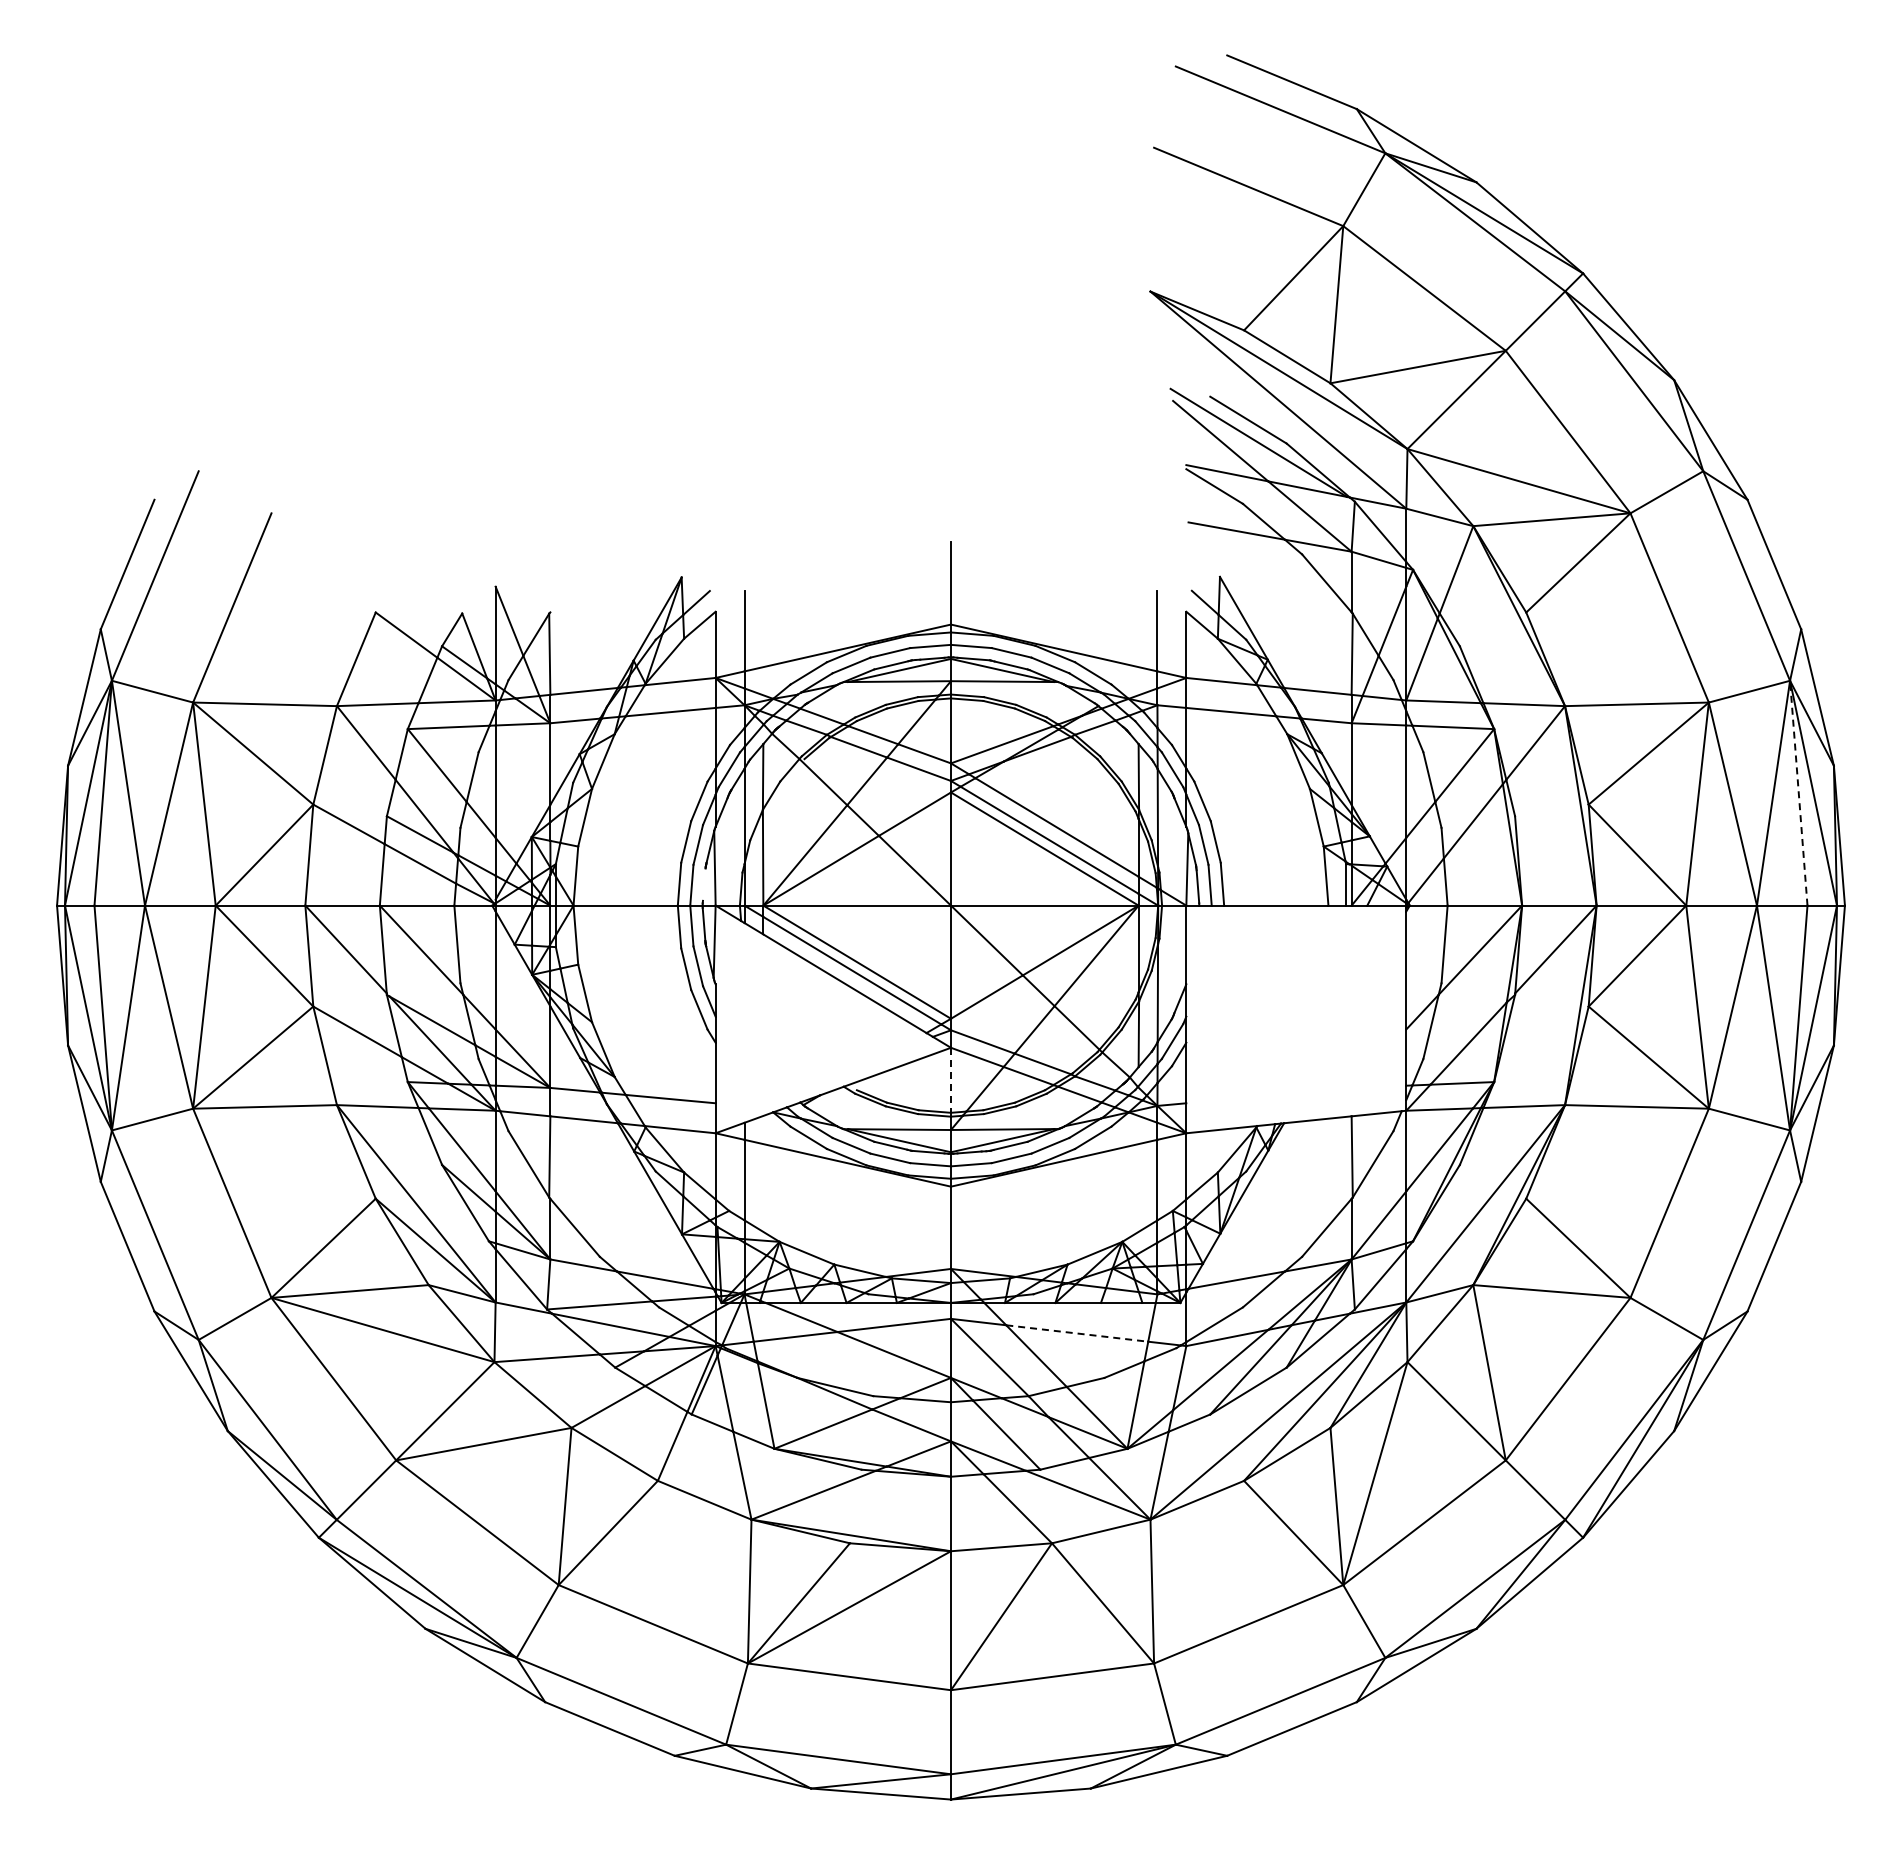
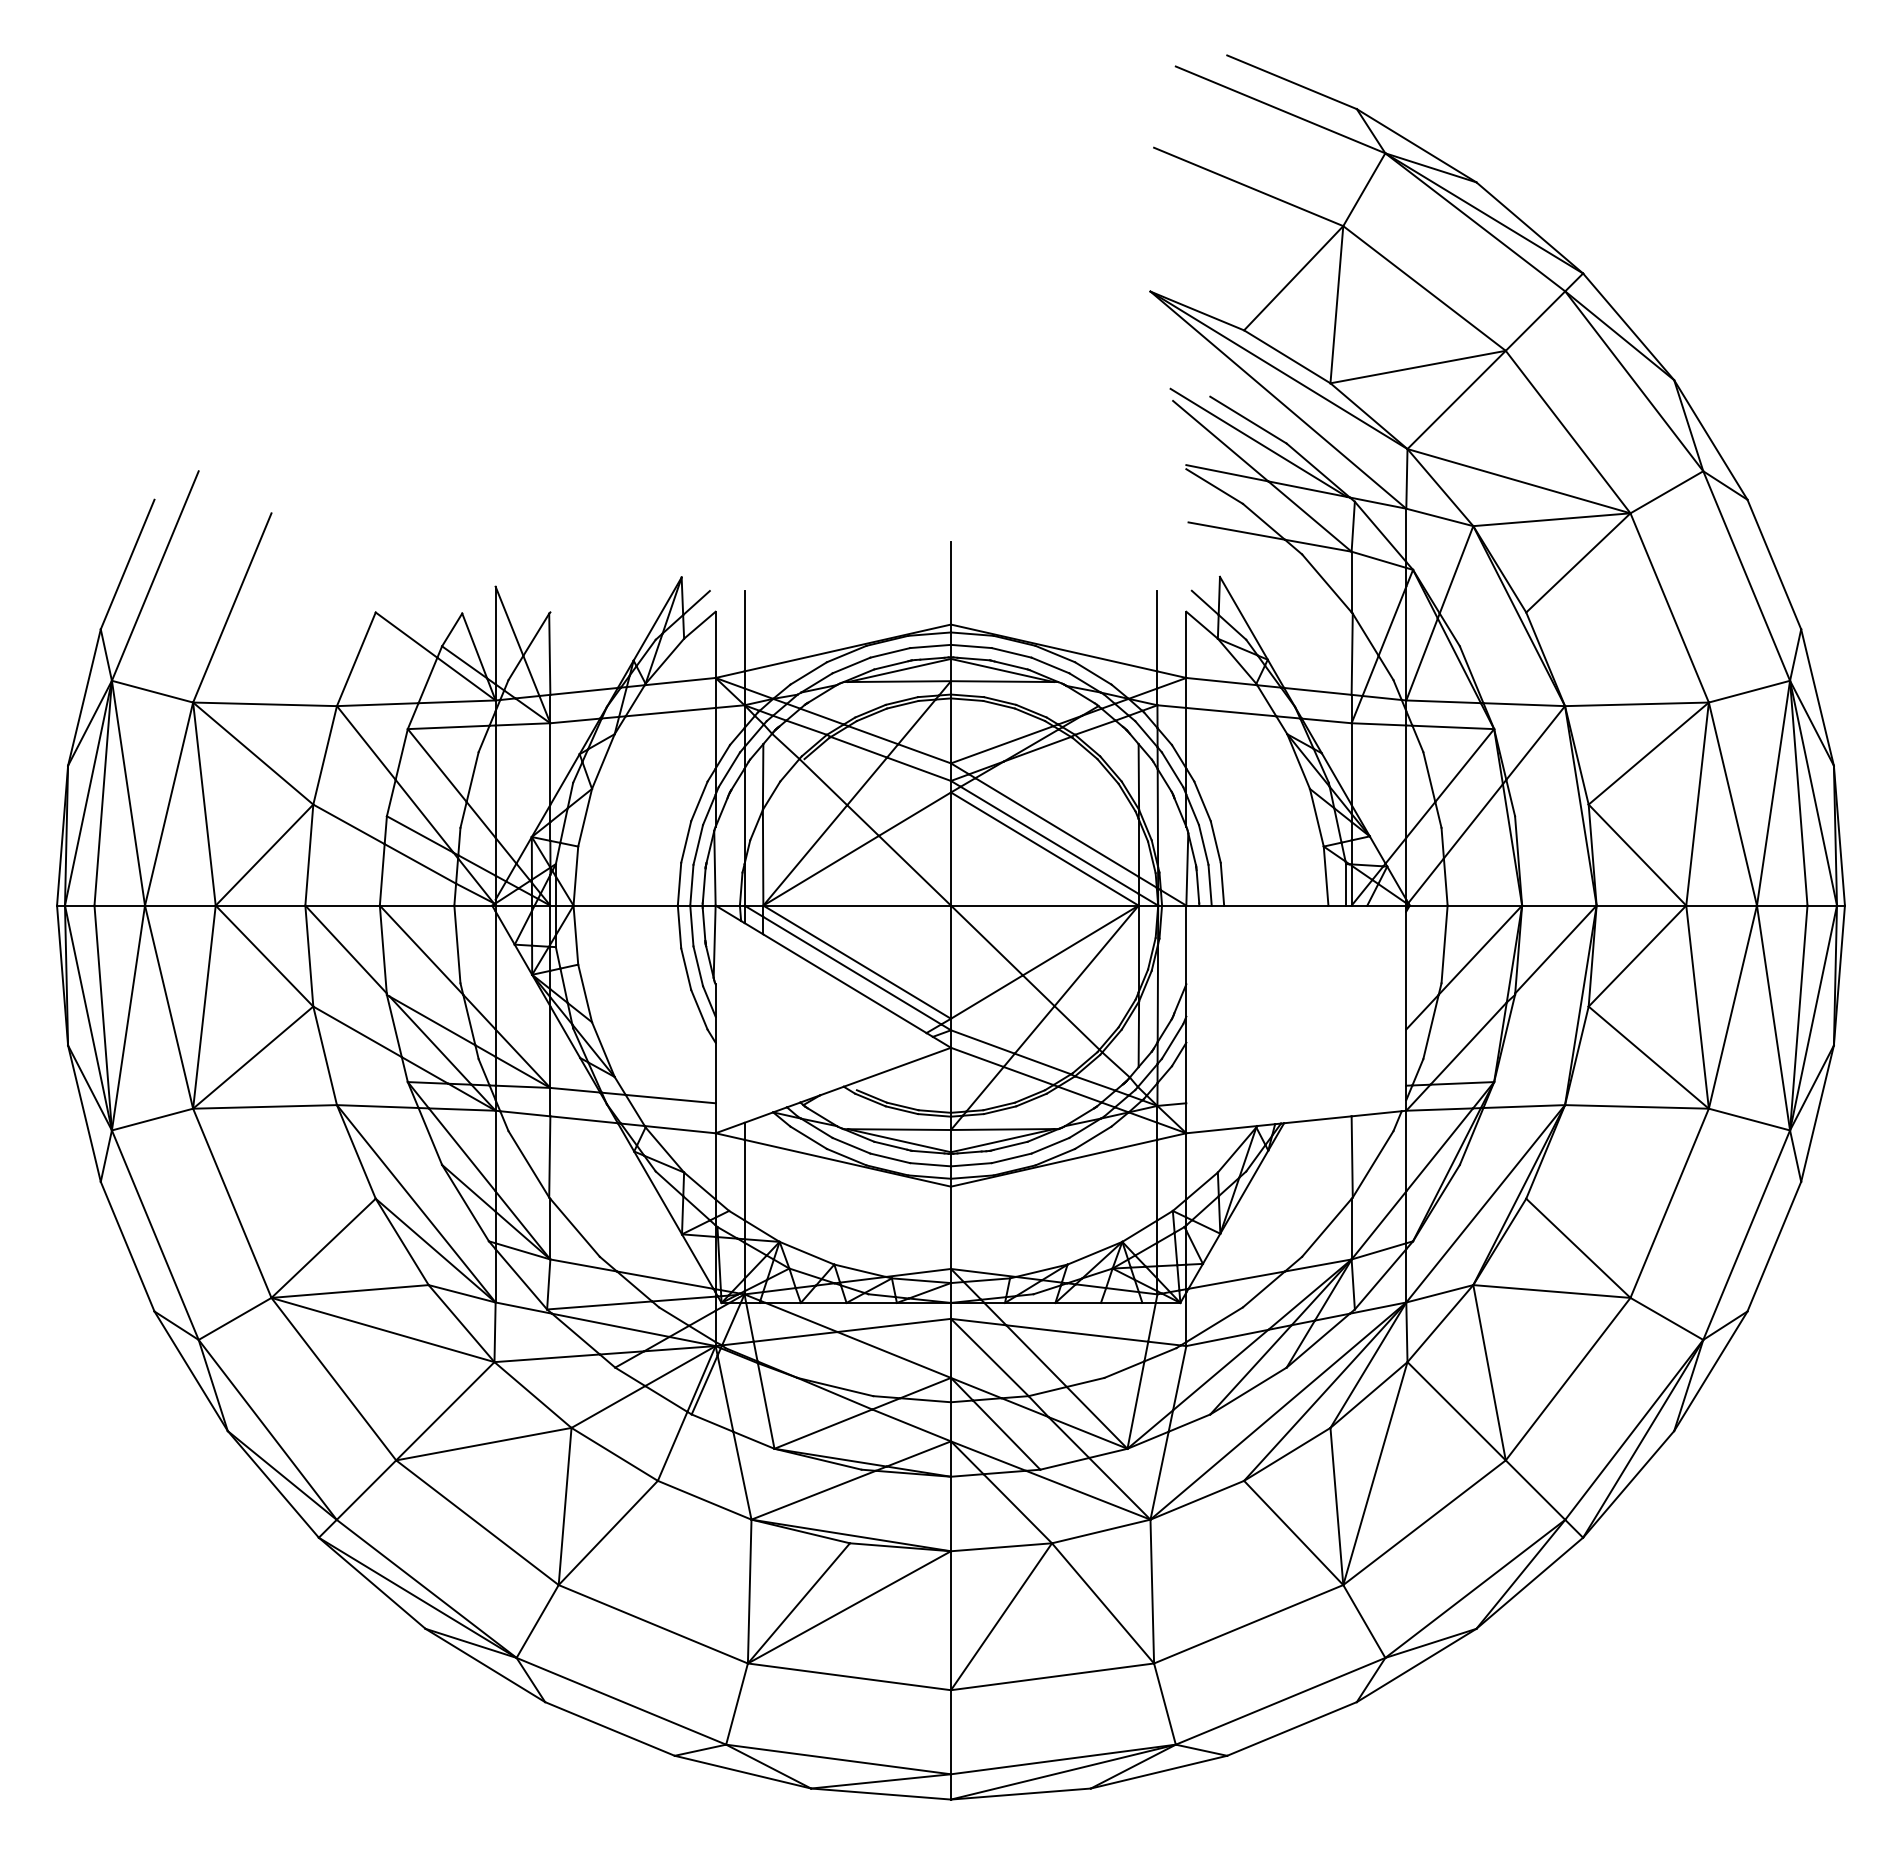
line at (1798, 793): dashed -> solid
line at (703, 884): none -> present
line at (951, 1080): dashed -> solid
line at (1077, 1333): dashed -> solid
